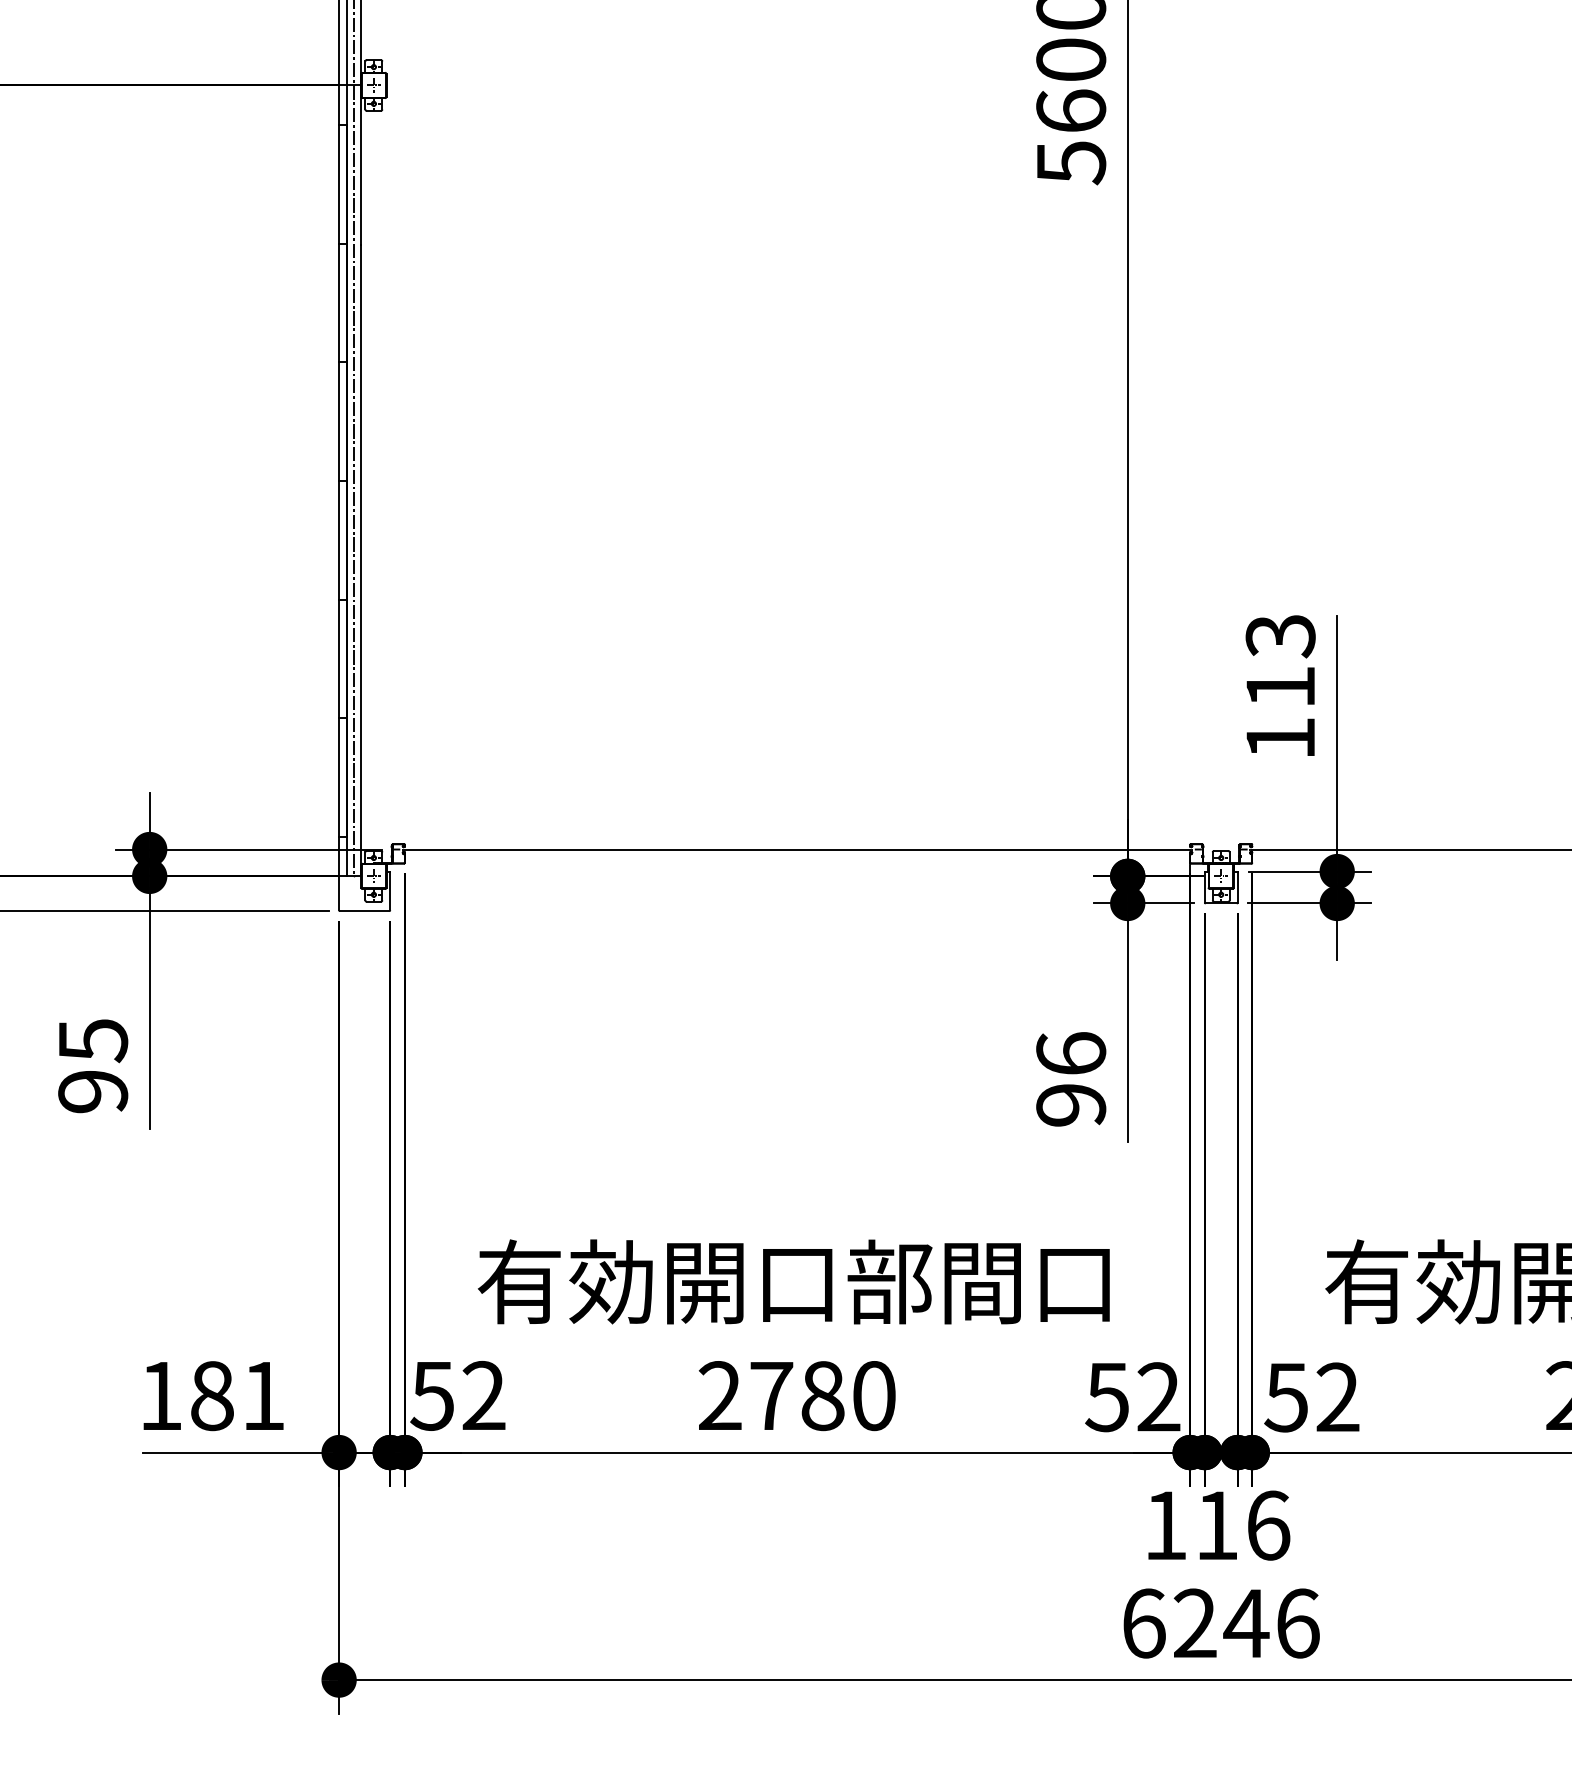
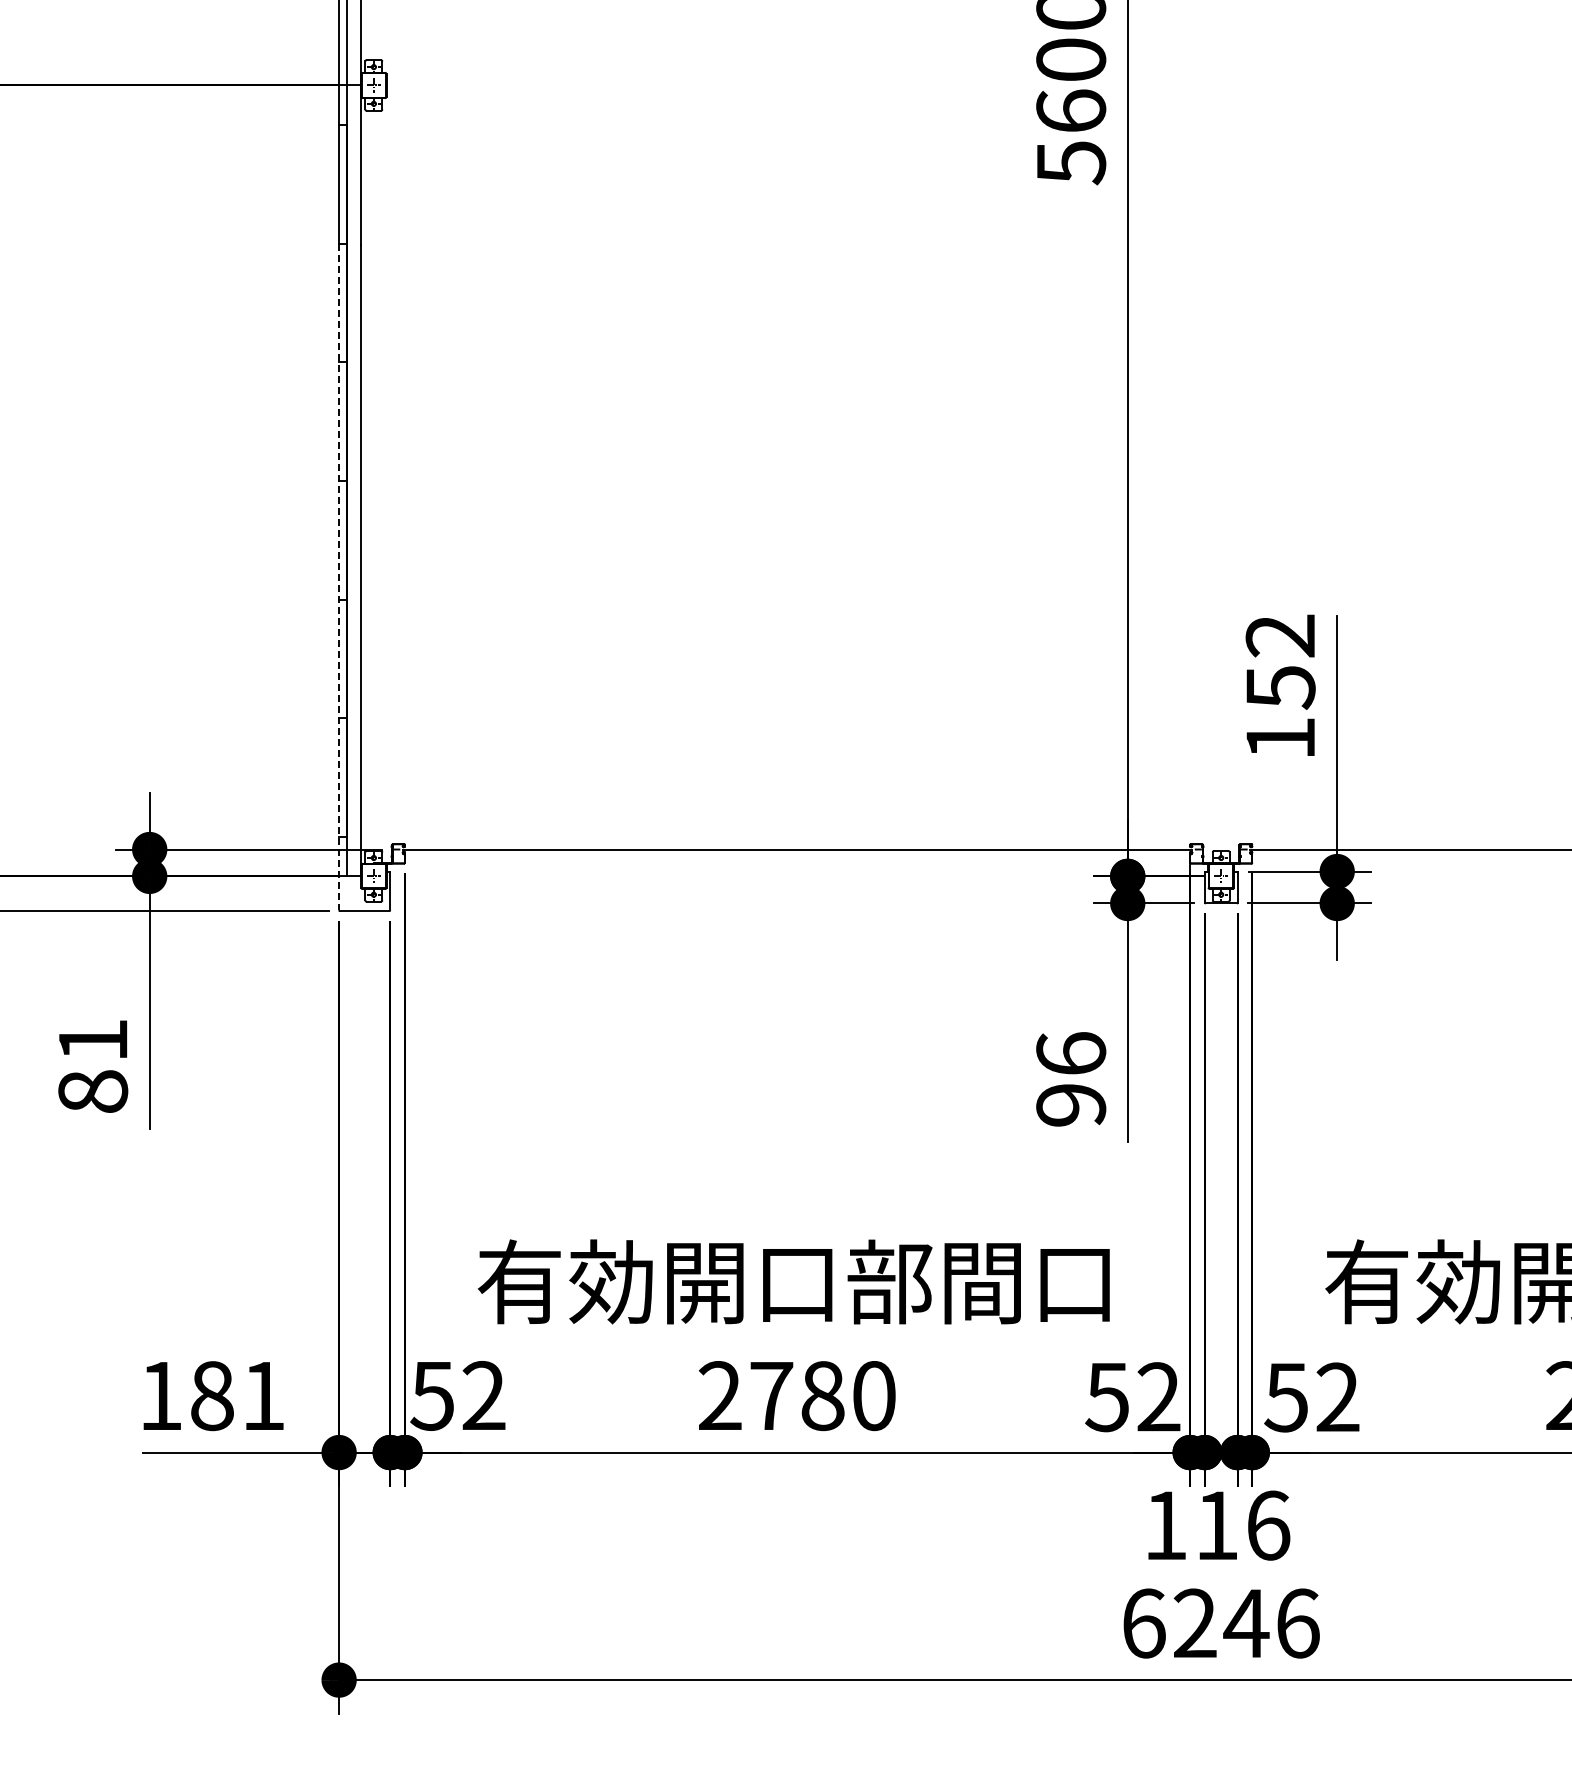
line at (354, 439): present -> none
line at (339, 577): solid -> dashed
text at (1280, 661): 113 -> 152
text at (93, 1066): 95 -> 81
